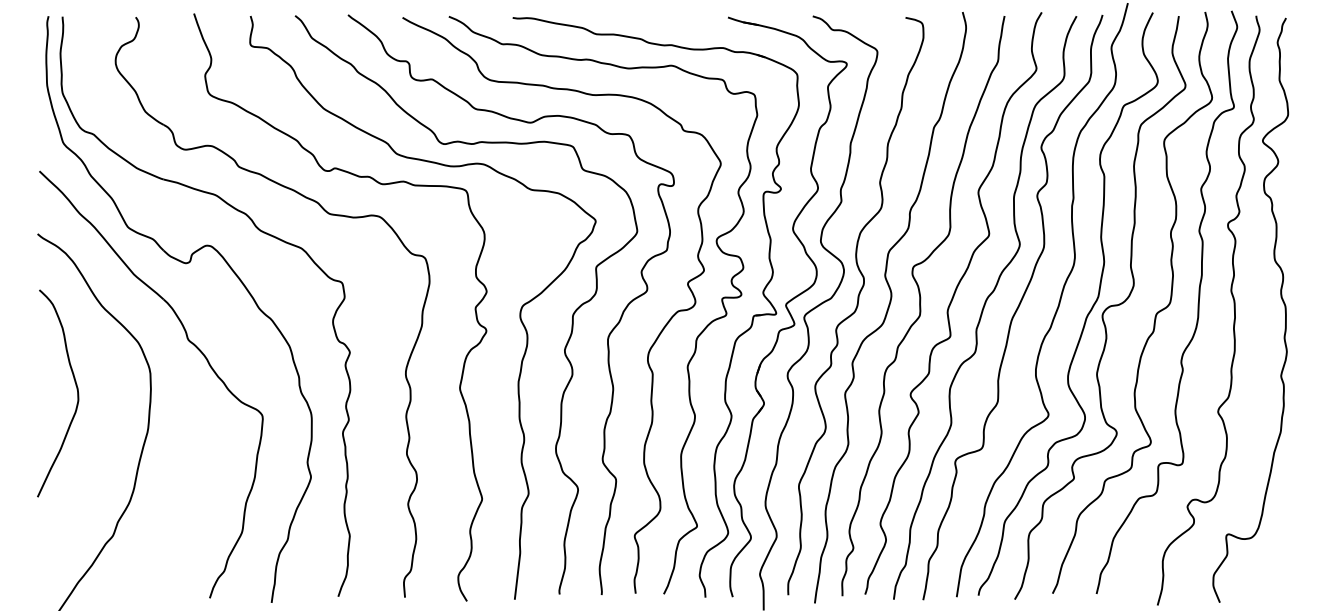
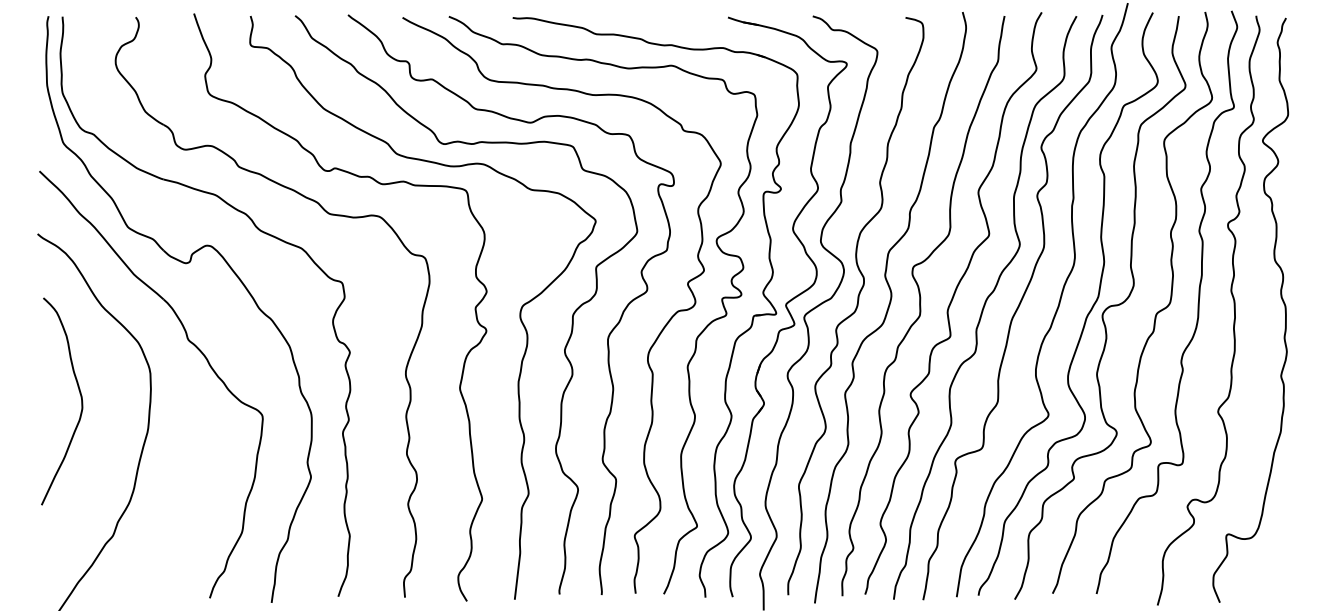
curve at (76, 389) position: (76, 389) -> (80, 397)
